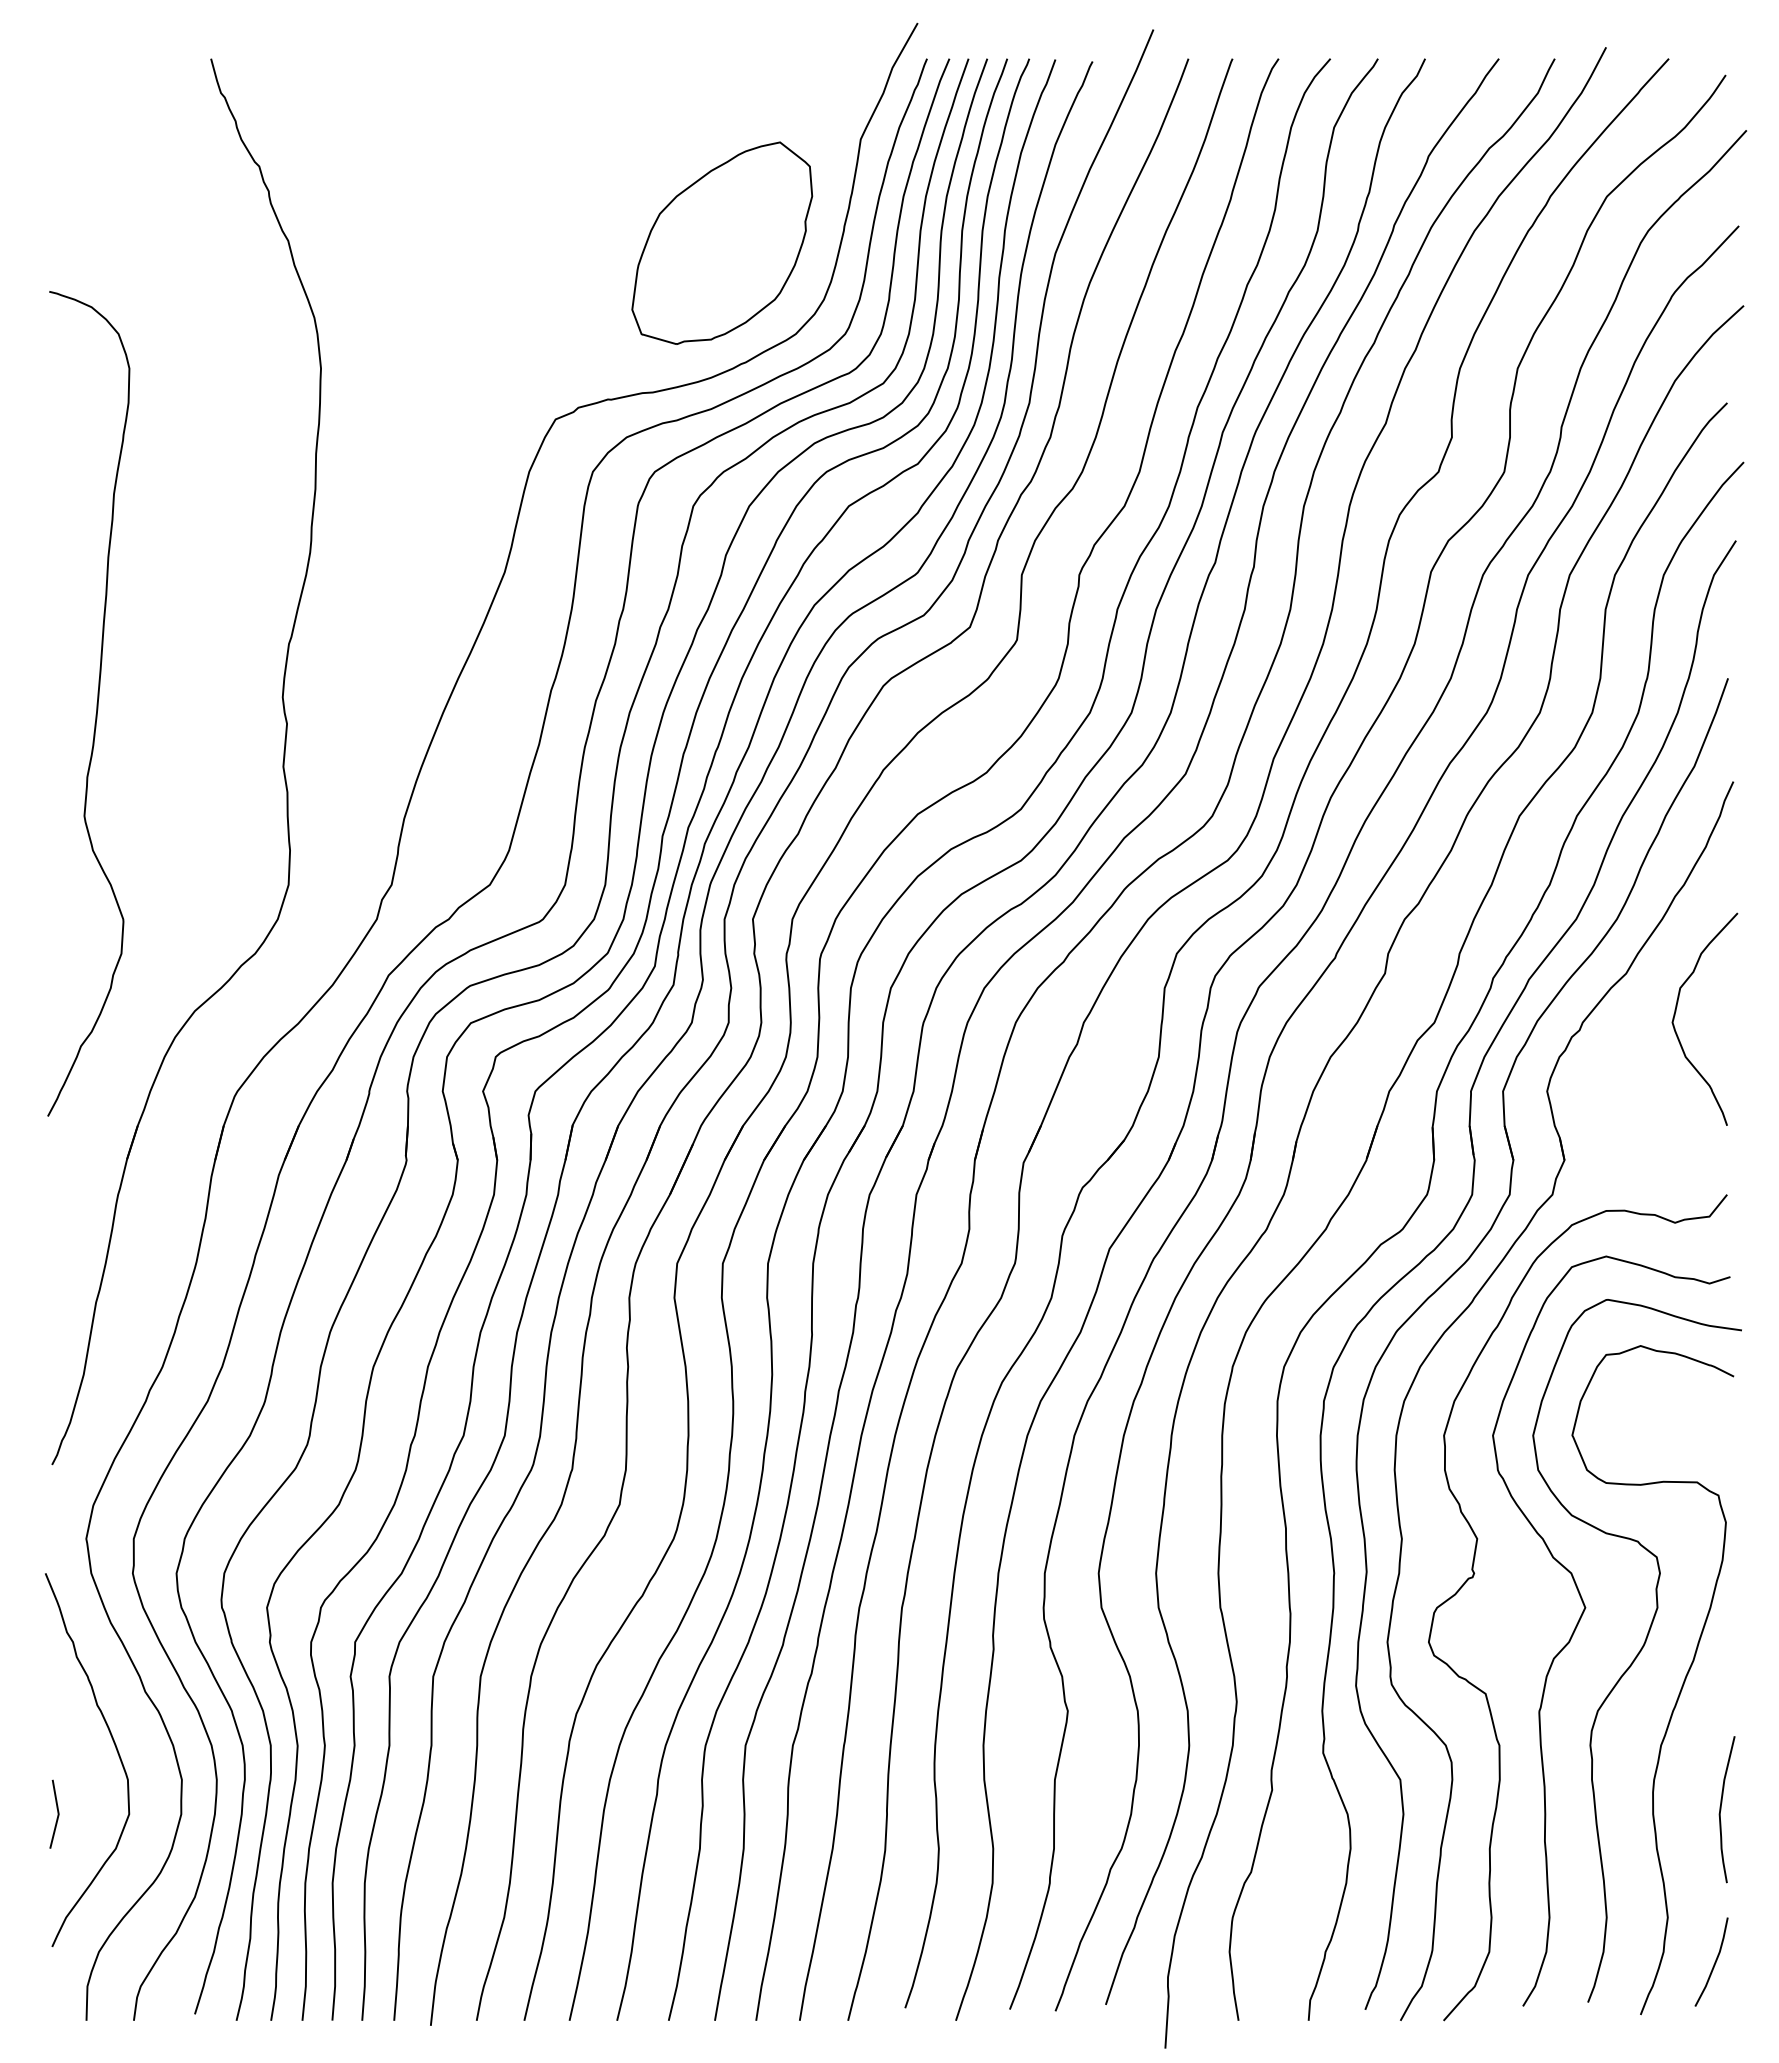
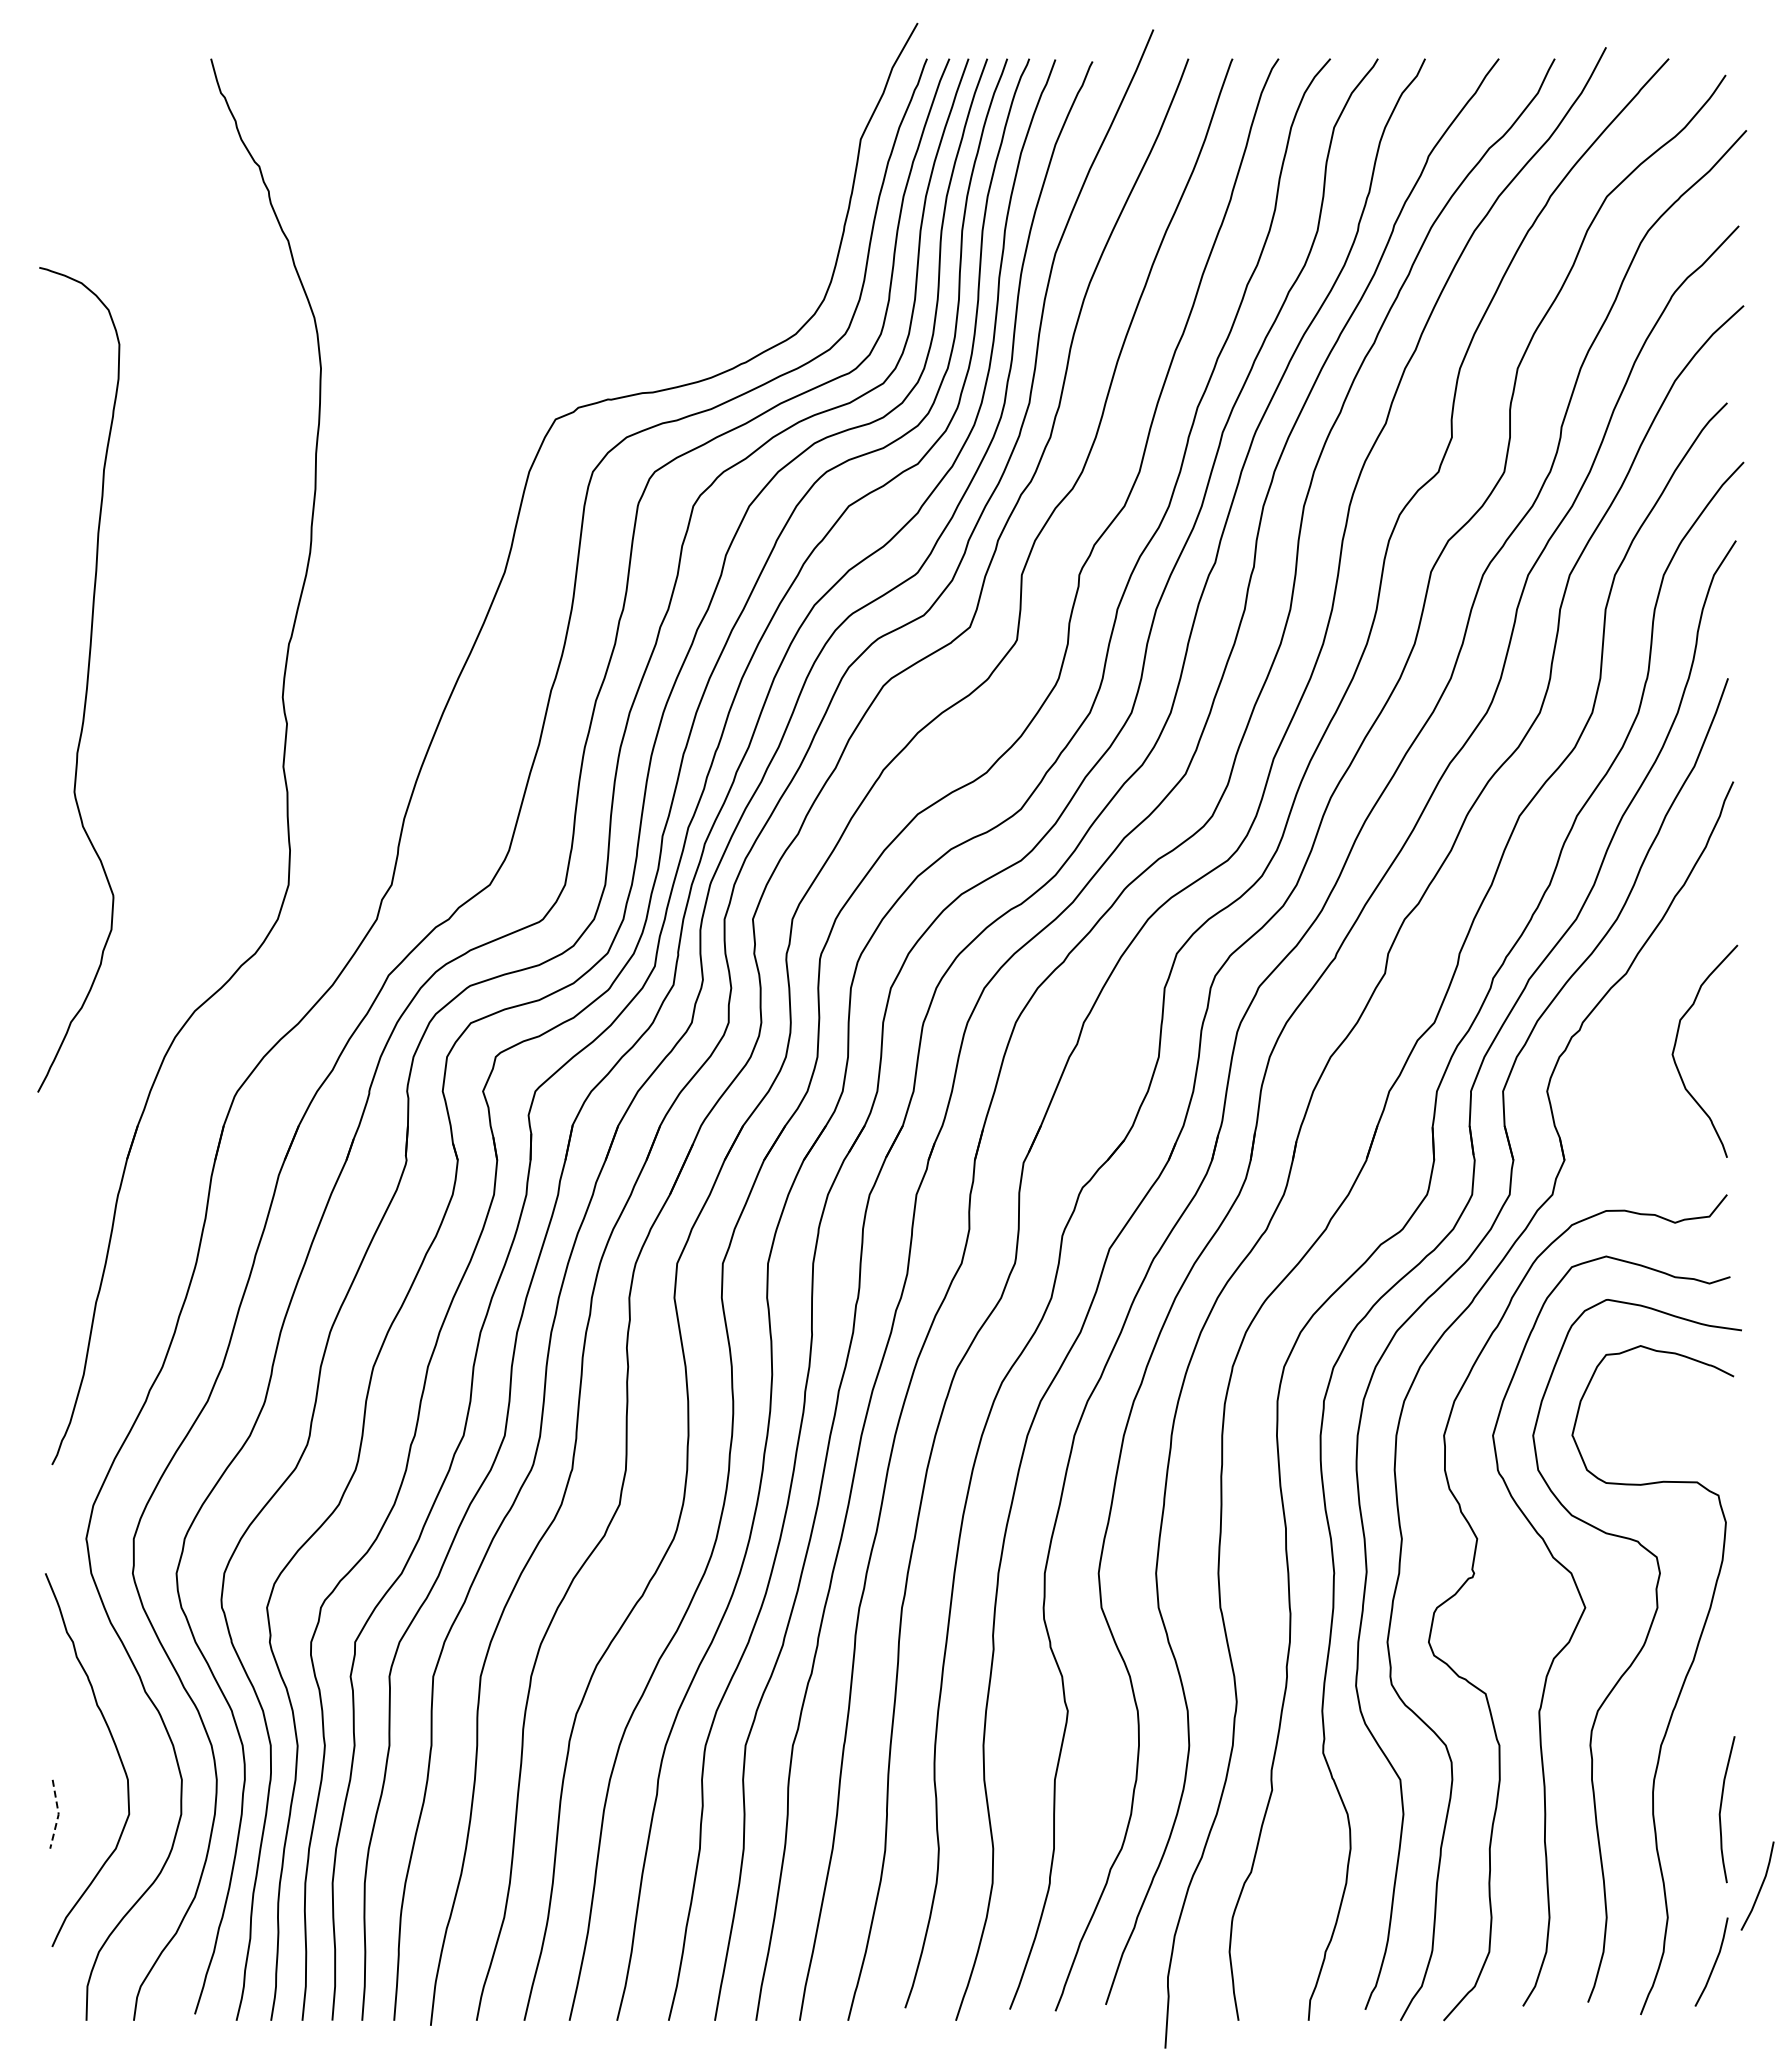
part at (722, 242): present -> none
curve at (96, 703) position: (96, 703) -> (86, 679)
curve at (1676, 1011) position: (1676, 1011) -> (1676, 1043)
line at (58, 1814): solid -> dashed
line at (1760, 1886): none -> present
